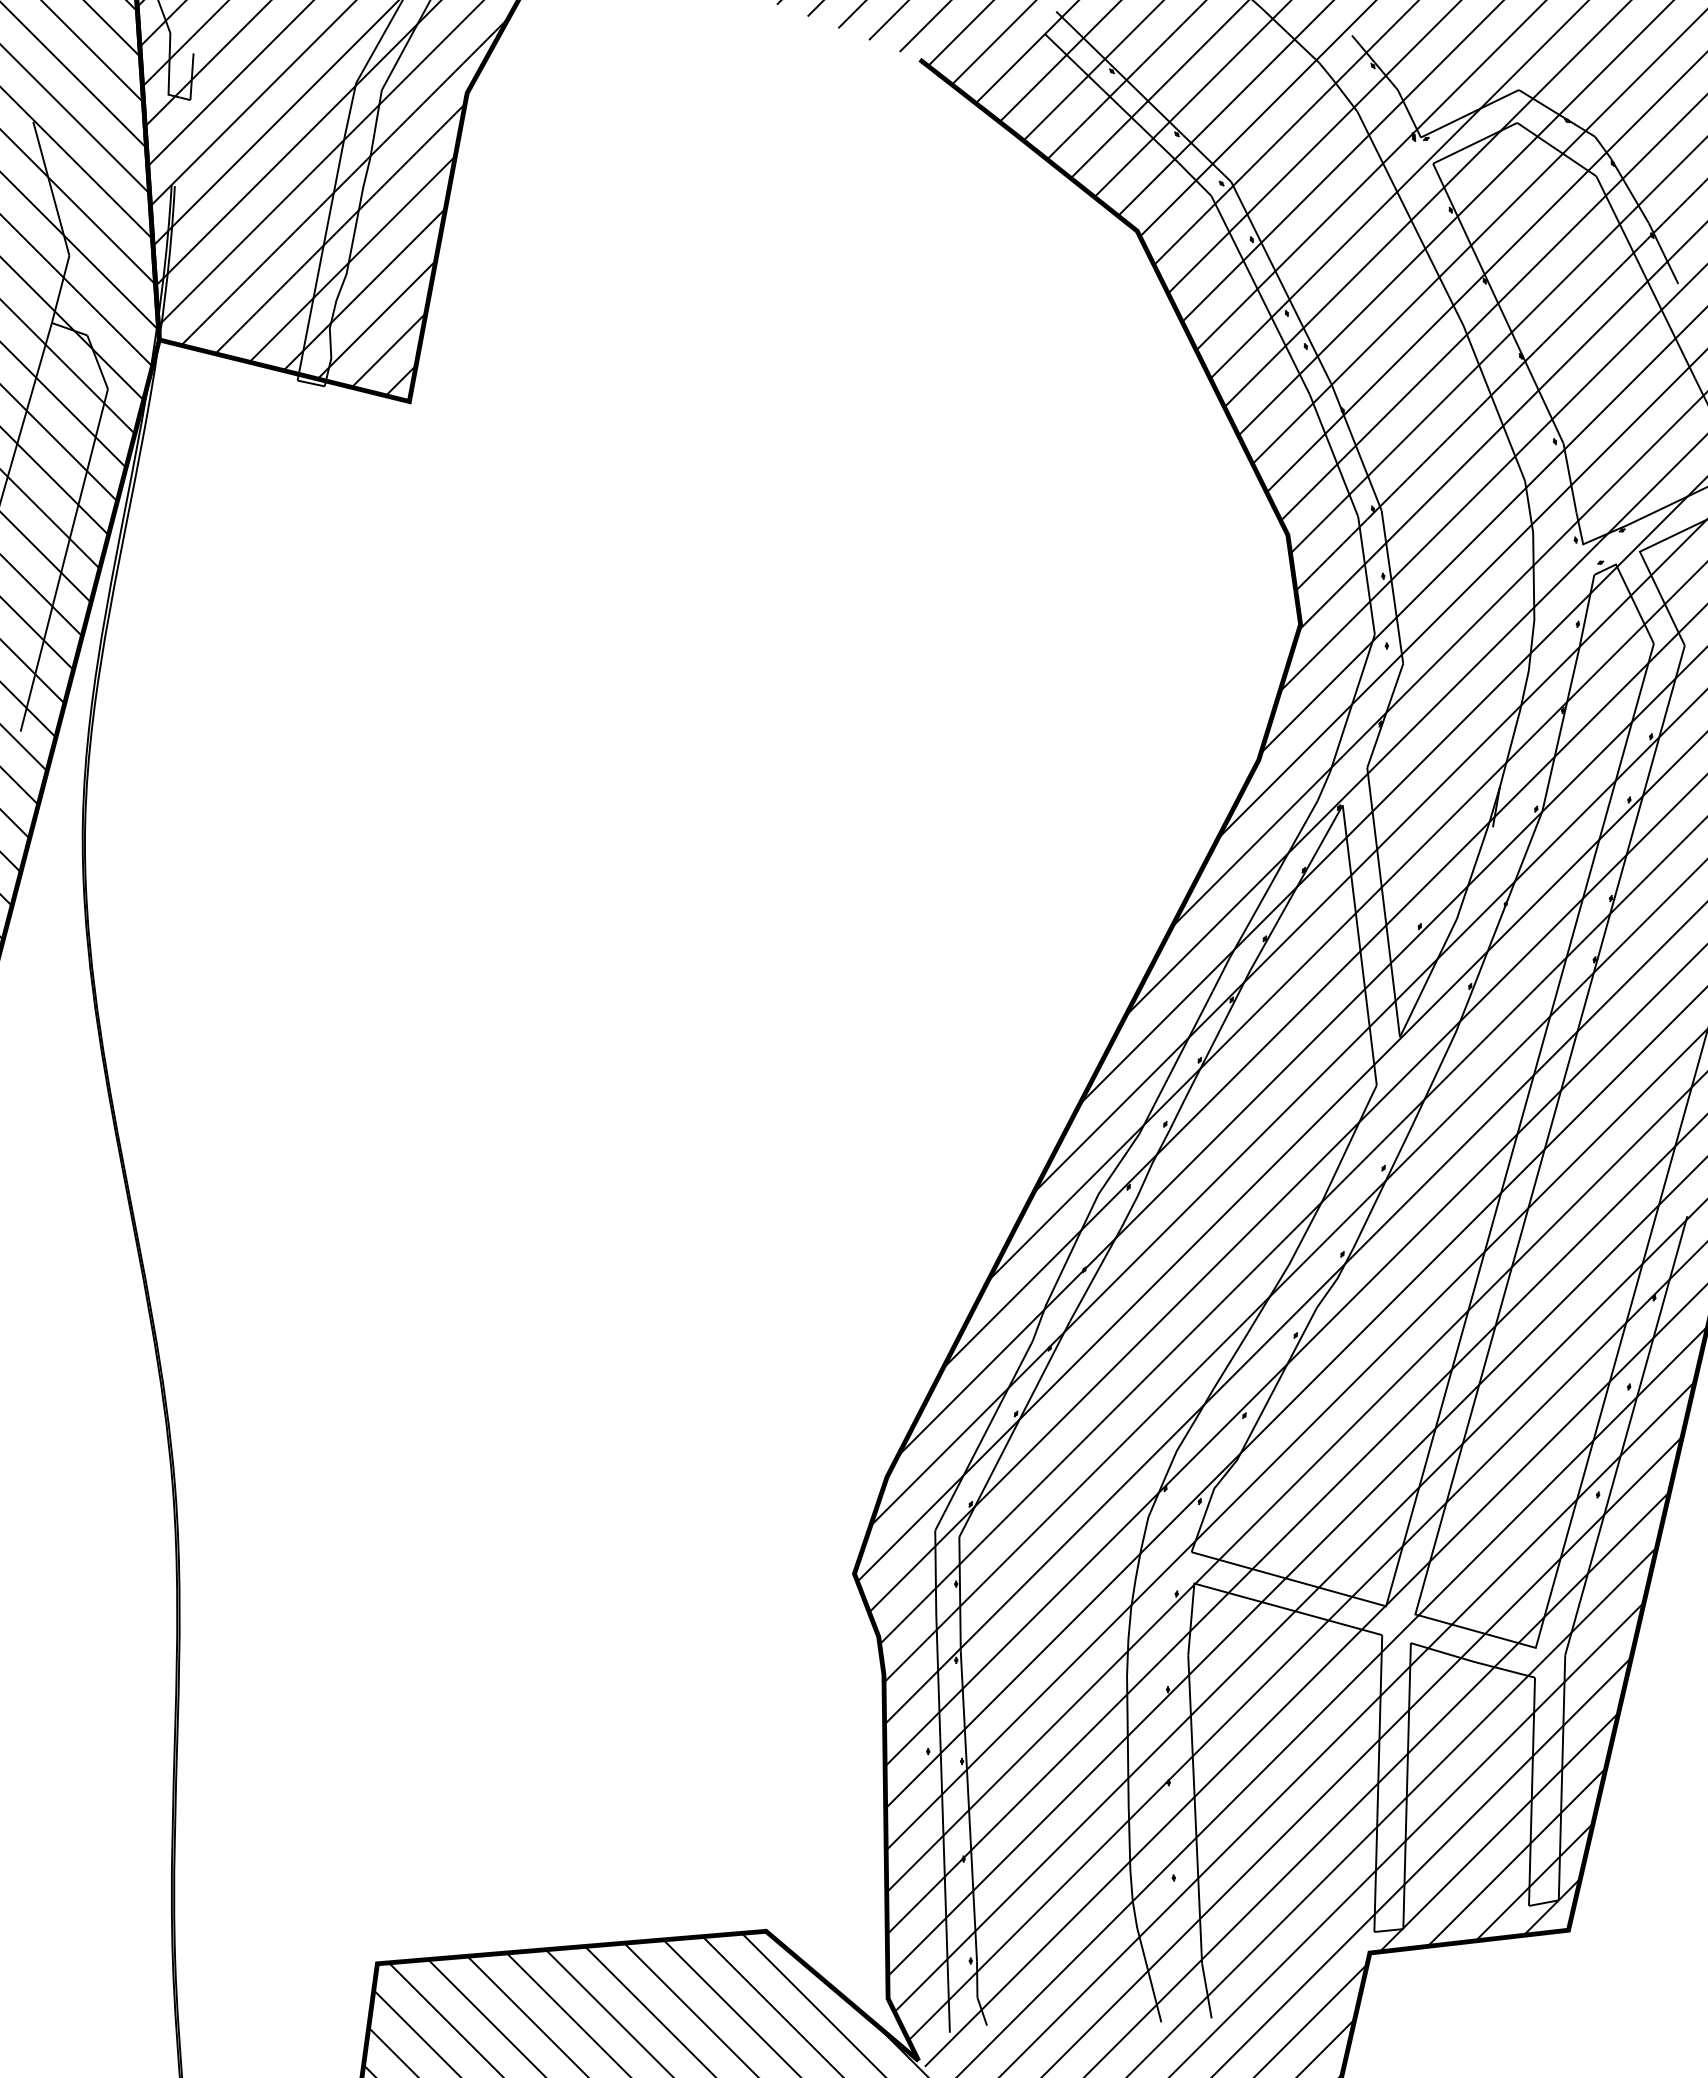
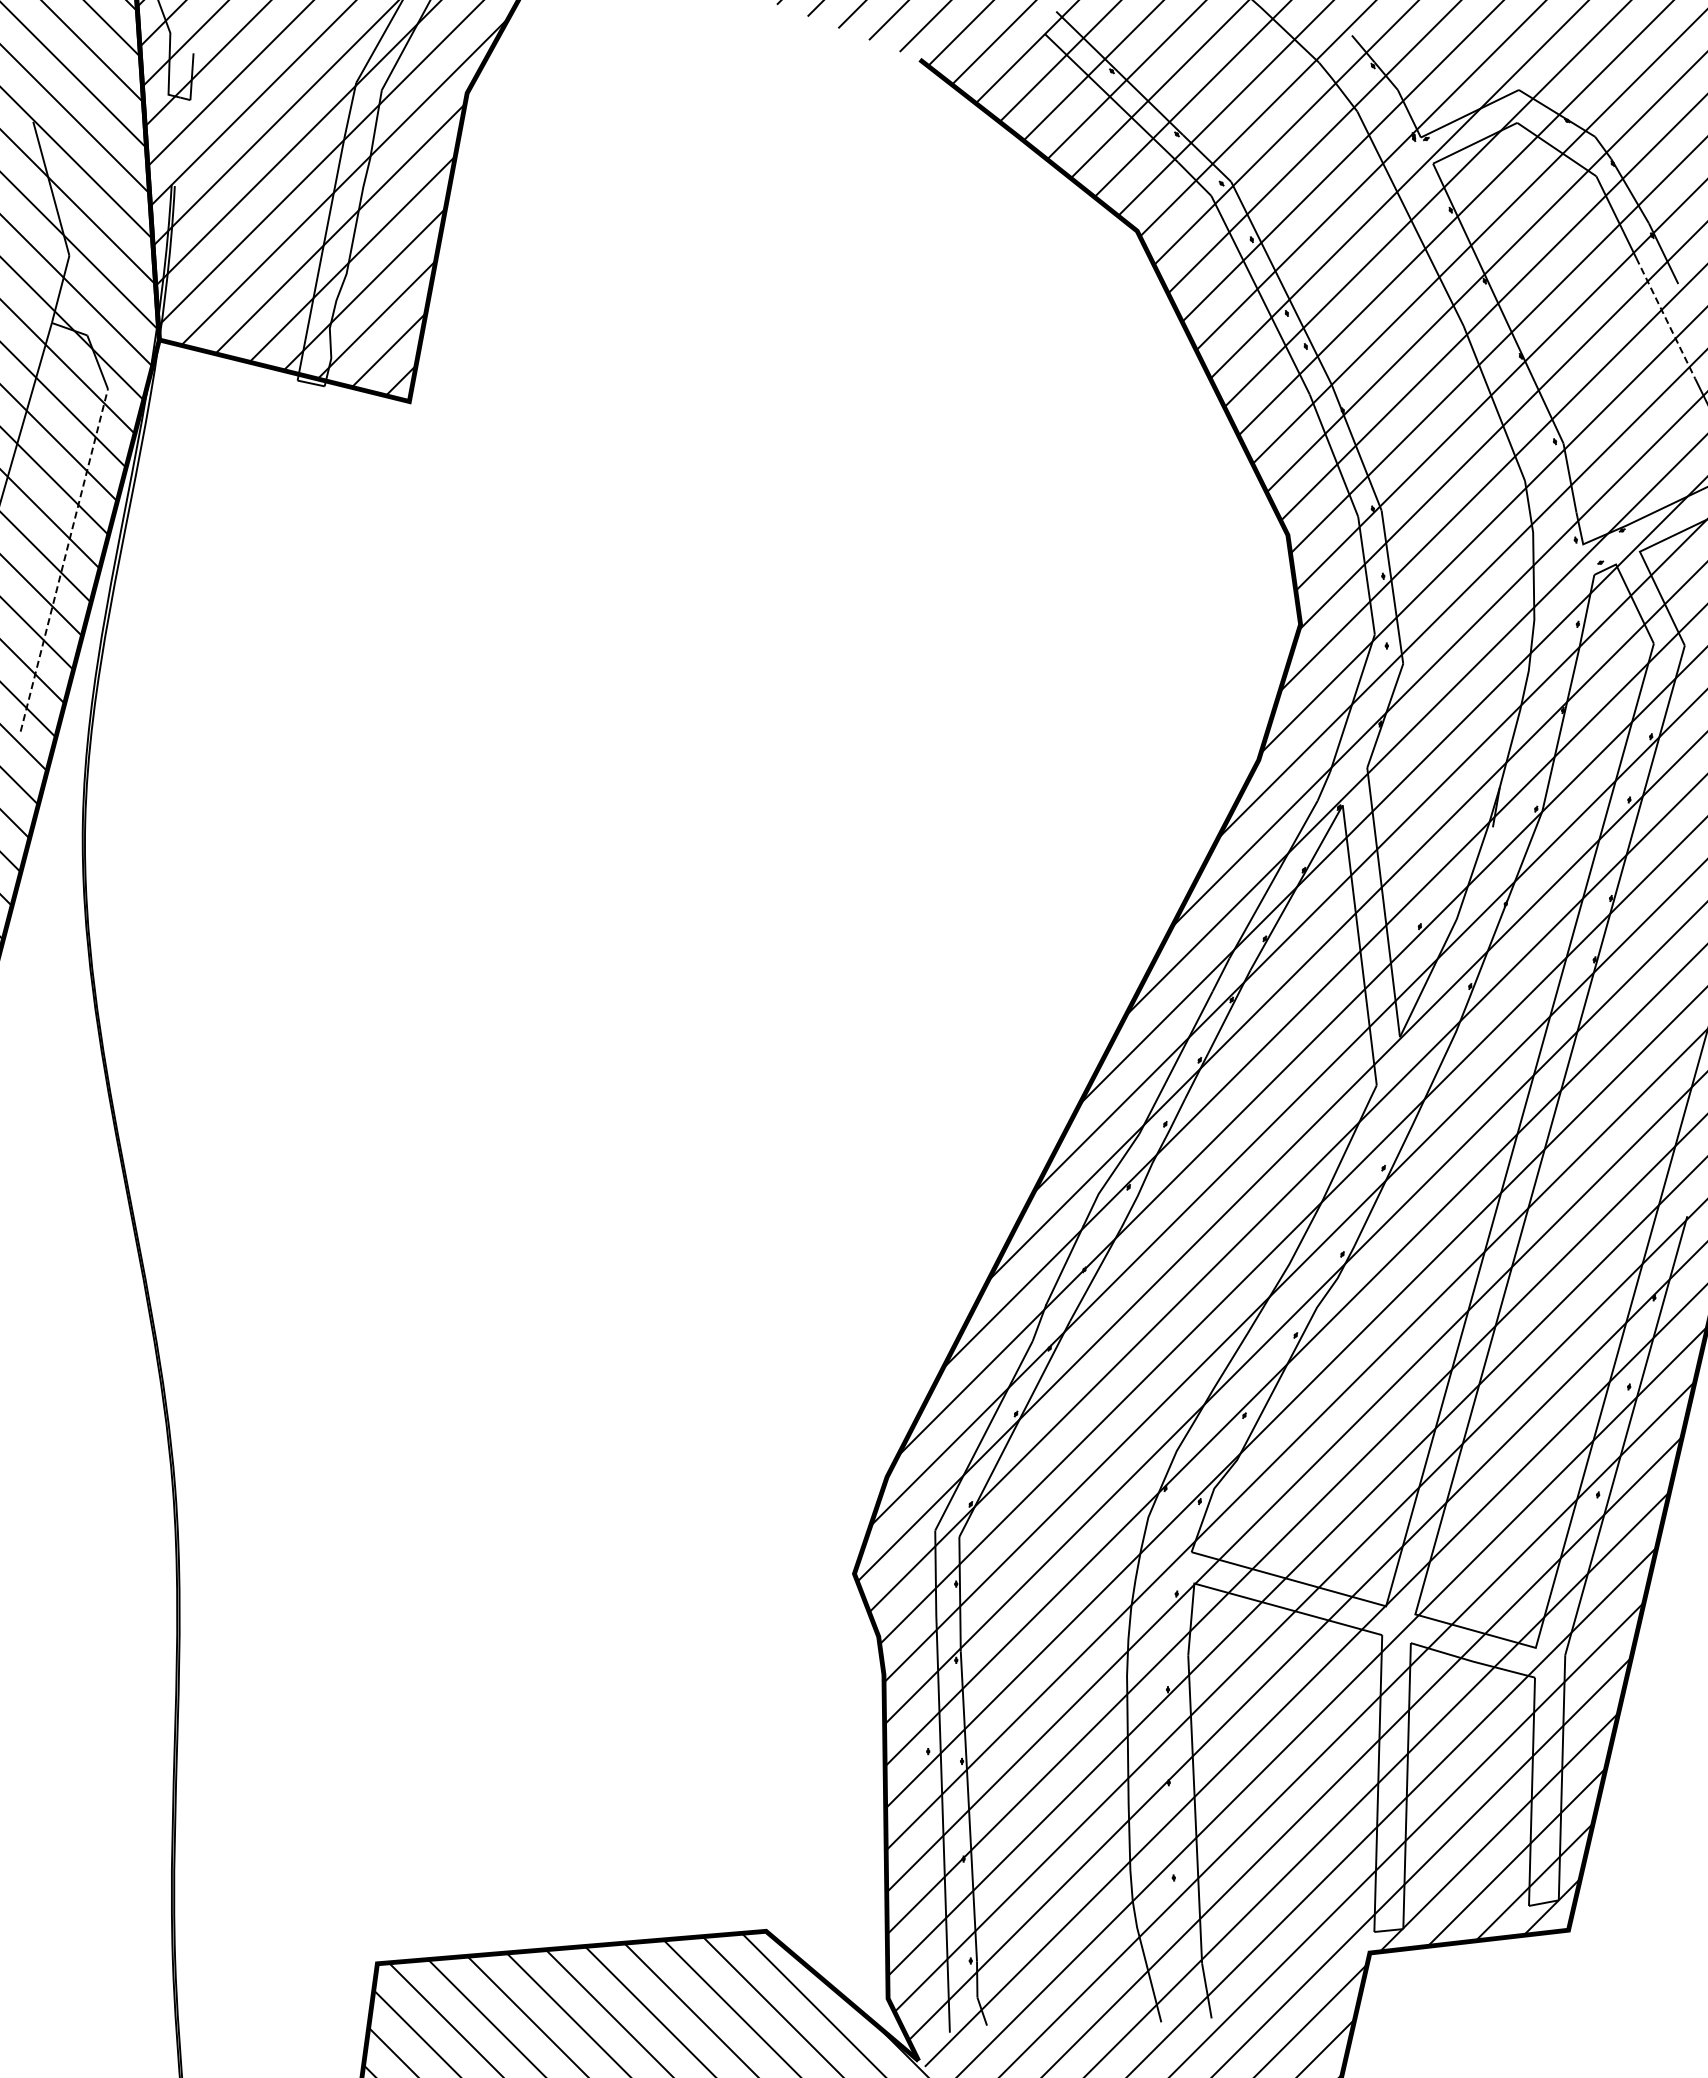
line at (1665, 318): solid -> dashed
line at (64, 560): solid -> dashed
